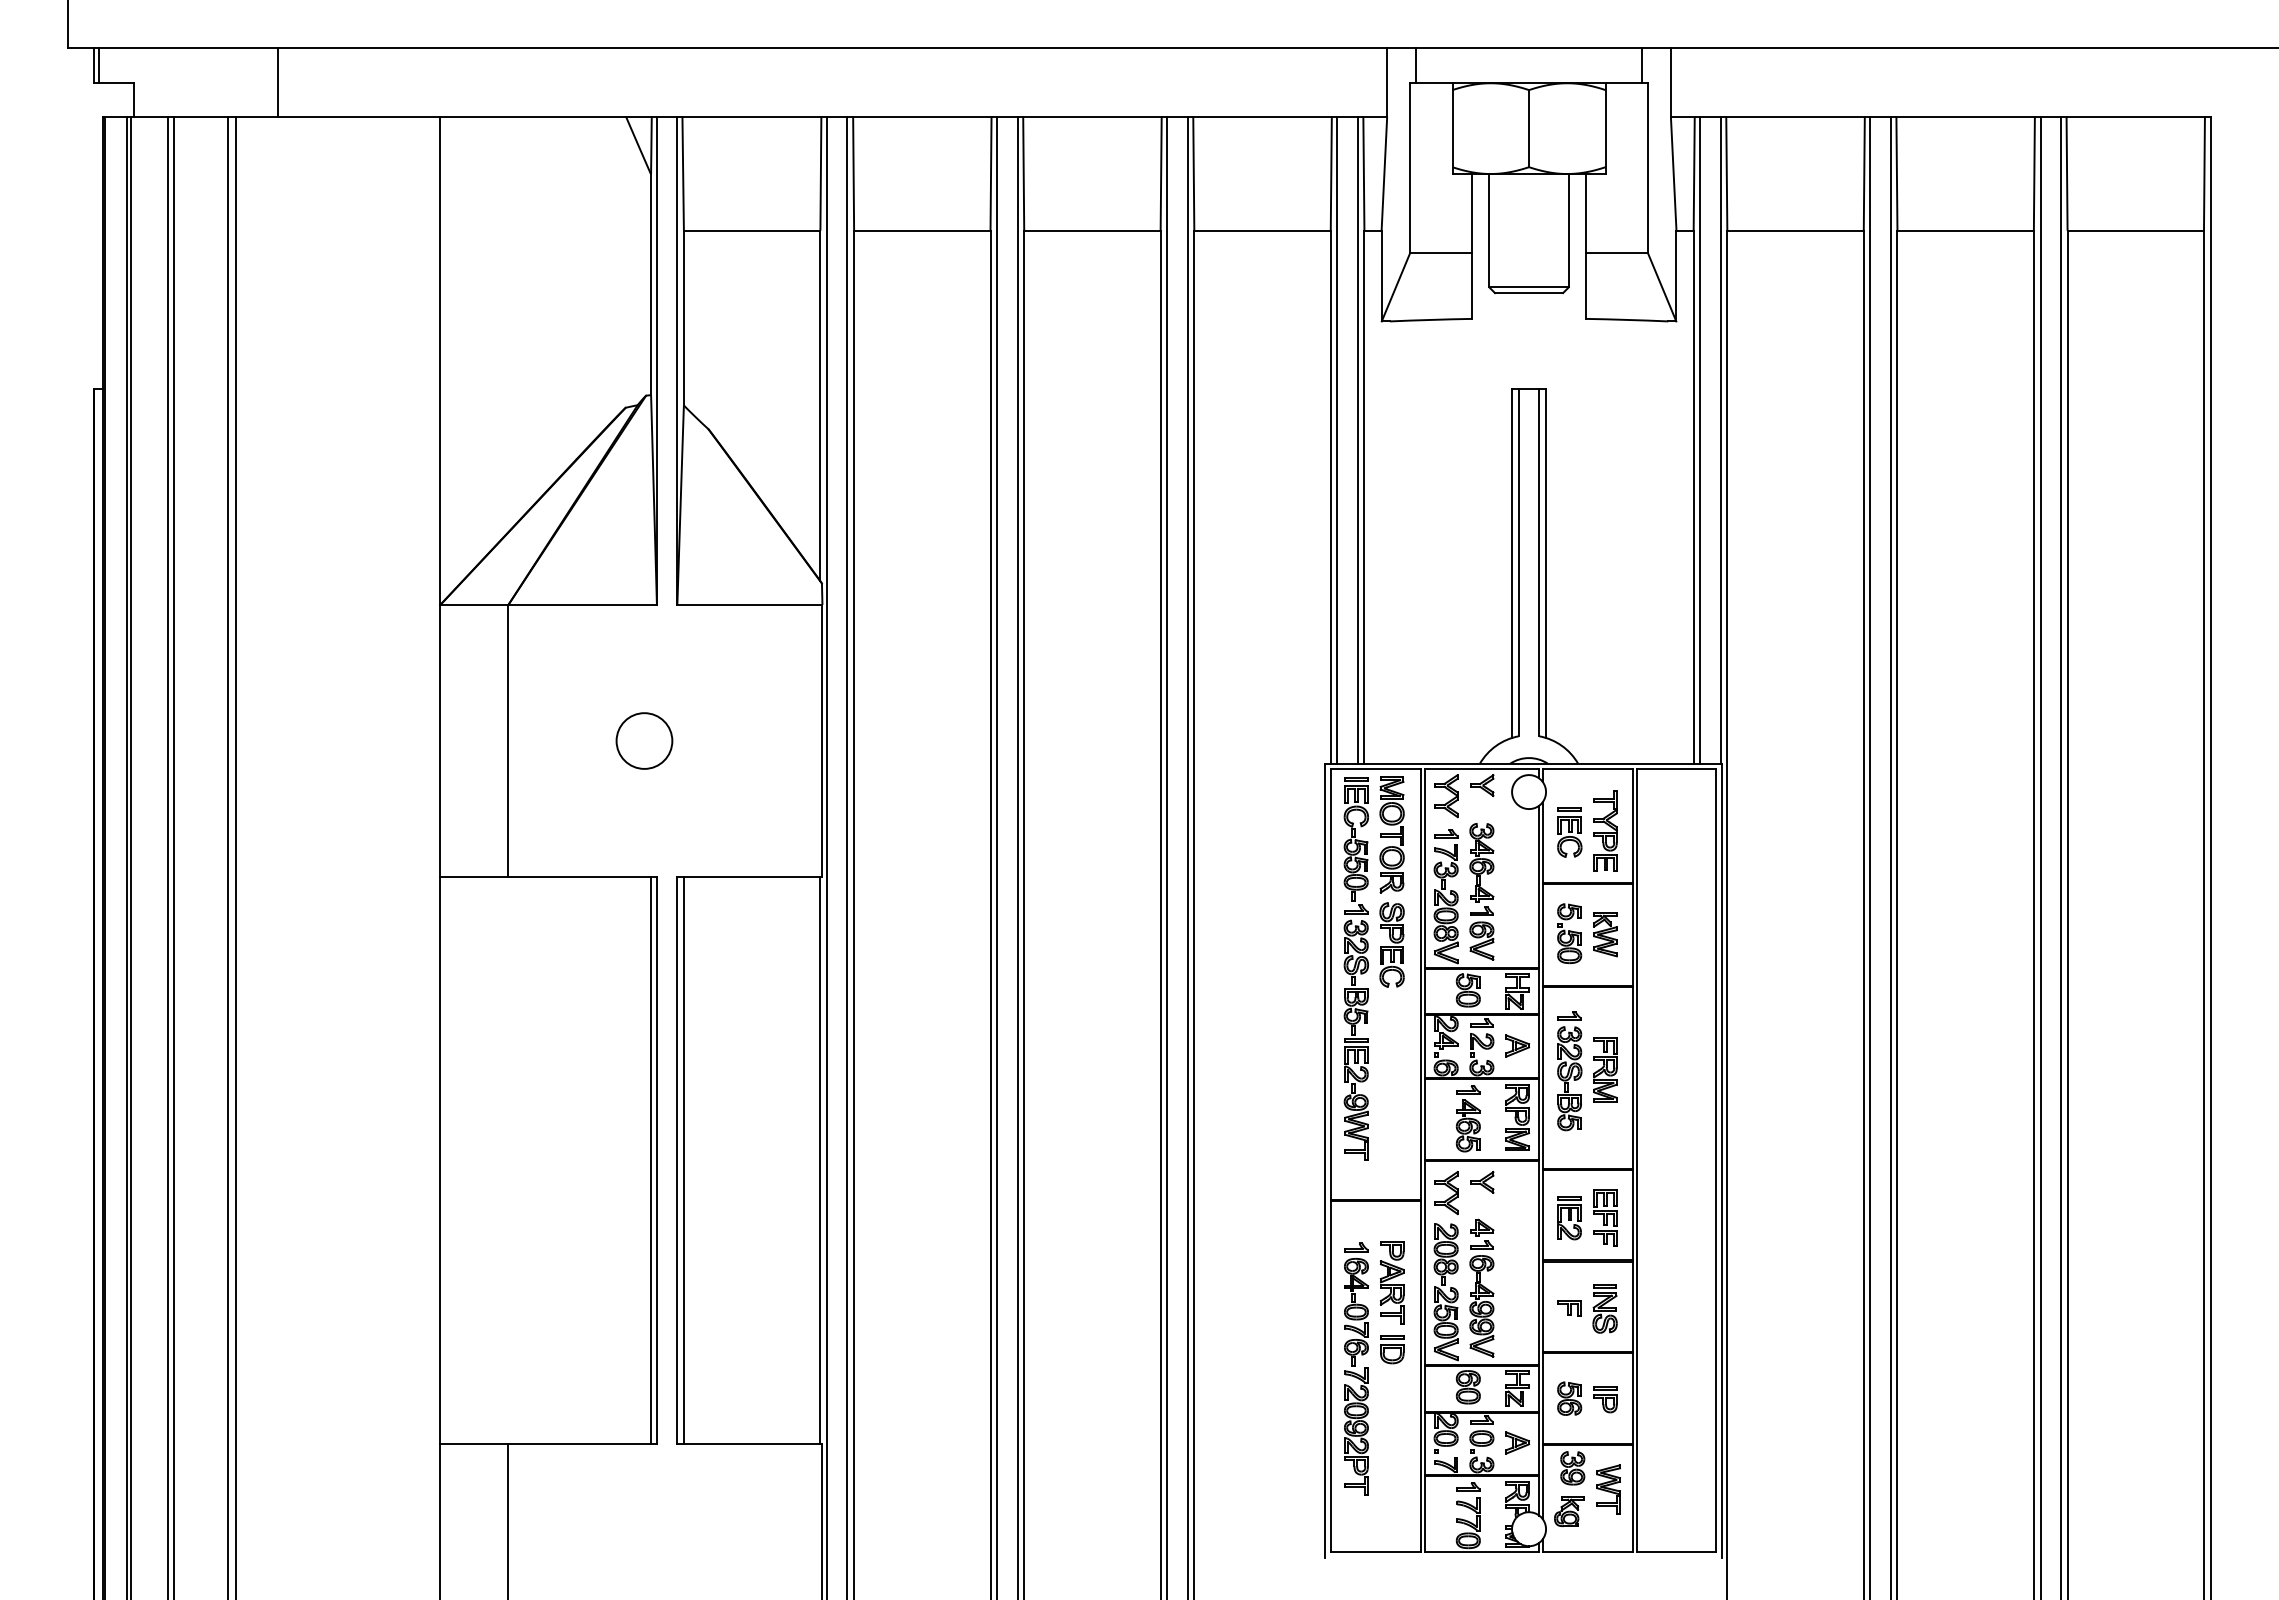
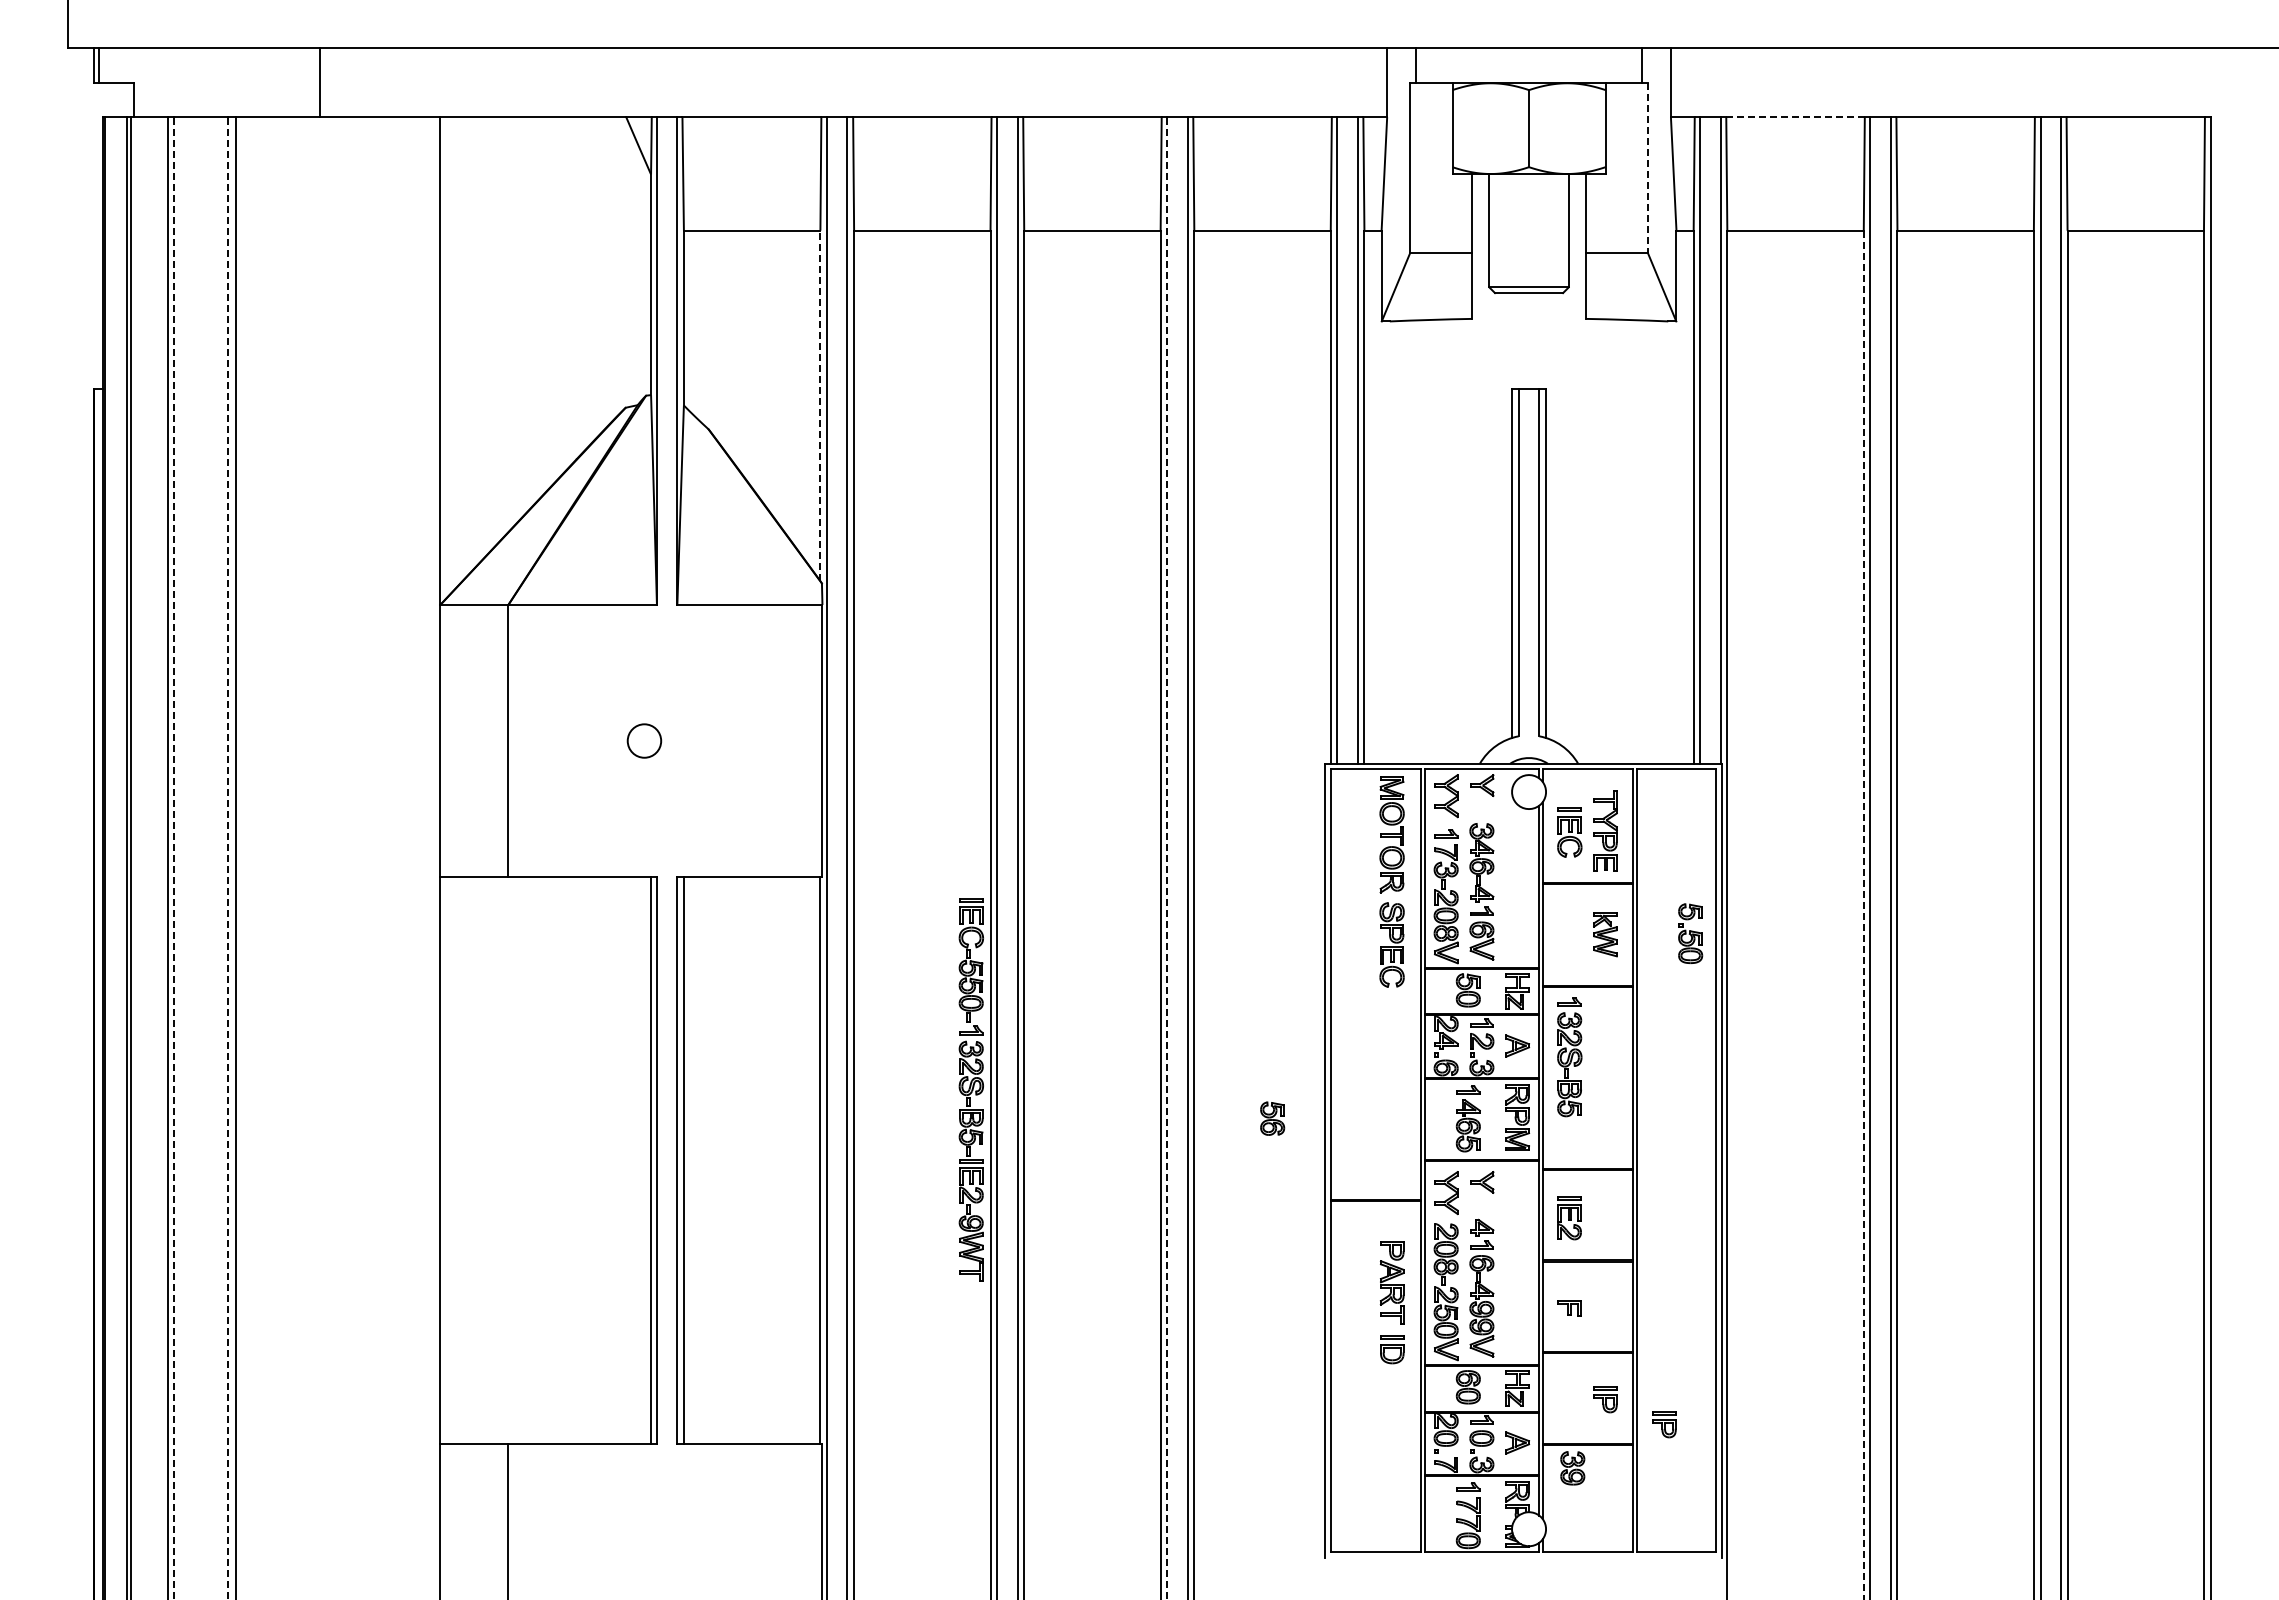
line at (278, 82) position: (278, 82) -> (320, 82)
line at (1795, 117): solid -> dashed
line at (1648, 168): solid -> dashed
line at (820, 405): solid -> dashed
circle at (644, 740) diameter: 56 px -> 33 px
line at (174, 858): solid -> dashed
line at (227, 858): solid -> dashed
line at (1167, 858): solid -> dashed
line at (1863, 915): solid -> dashed
part at (1569, 933) position: (1569, 933) -> (1690, 933)
part at (1355, 968) position: (1355, 968) -> (970, 1089)
part at (1605, 1069): present -> none
part at (1569, 1071) position: (1569, 1071) -> (1569, 1057)
part at (1605, 1217): present -> none
part at (1604, 1308): present -> none
part at (1356, 1368): present -> none
part at (1569, 1398) position: (1569, 1398) -> (1272, 1118)
part at (1664, 1424): none -> present
part at (1608, 1489): present -> none
part at (1569, 1511): present -> none
